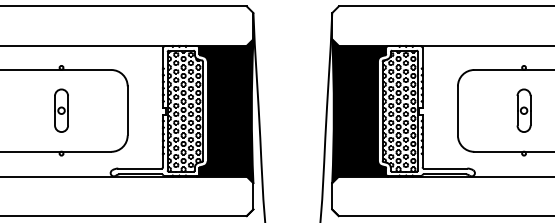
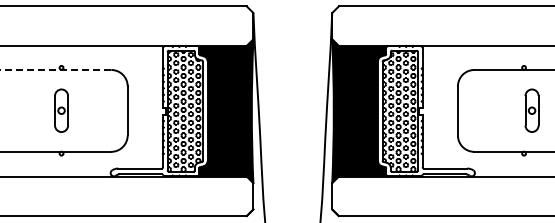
line at (55, 70): solid -> dashed
part at (523, 110) position: (523, 110) -> (531, 110)
